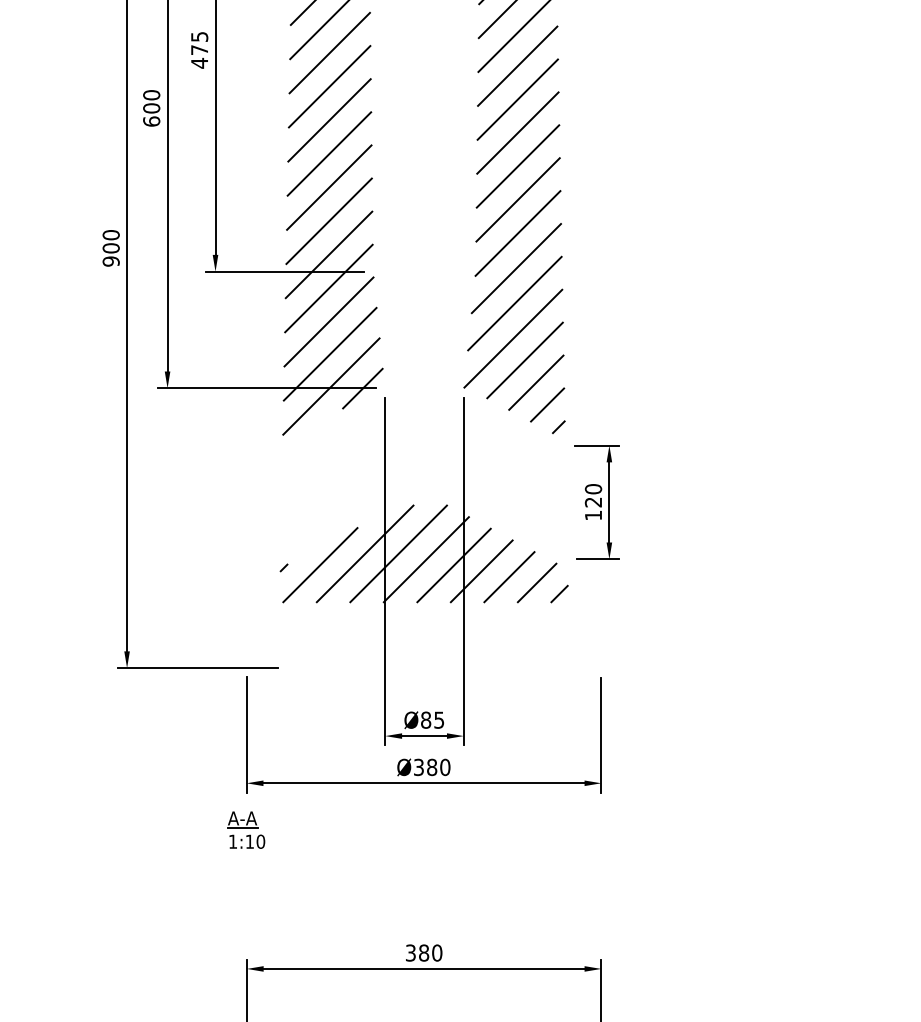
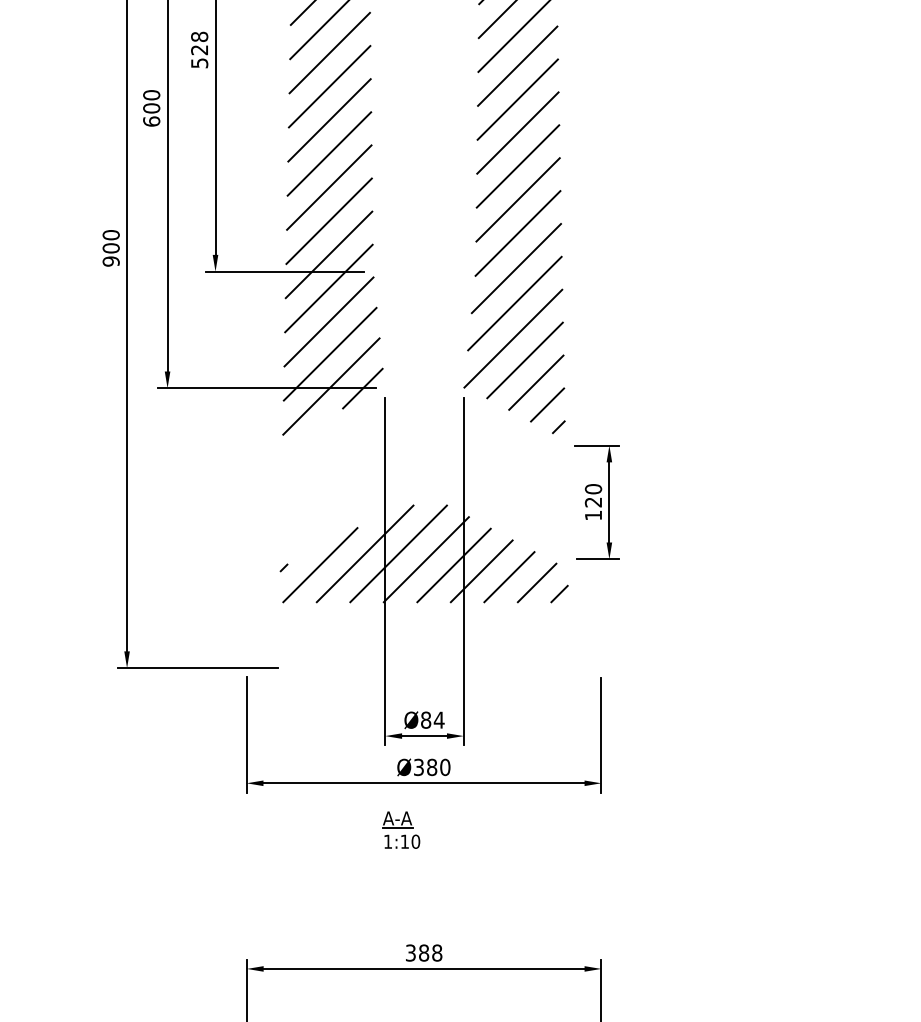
text at (199, 49): 475 -> 528
text at (438, 719): Ø85 -> Ø84
part at (246, 829) position: (246, 829) -> (401, 829)
text at (437, 952): 380 -> 388
